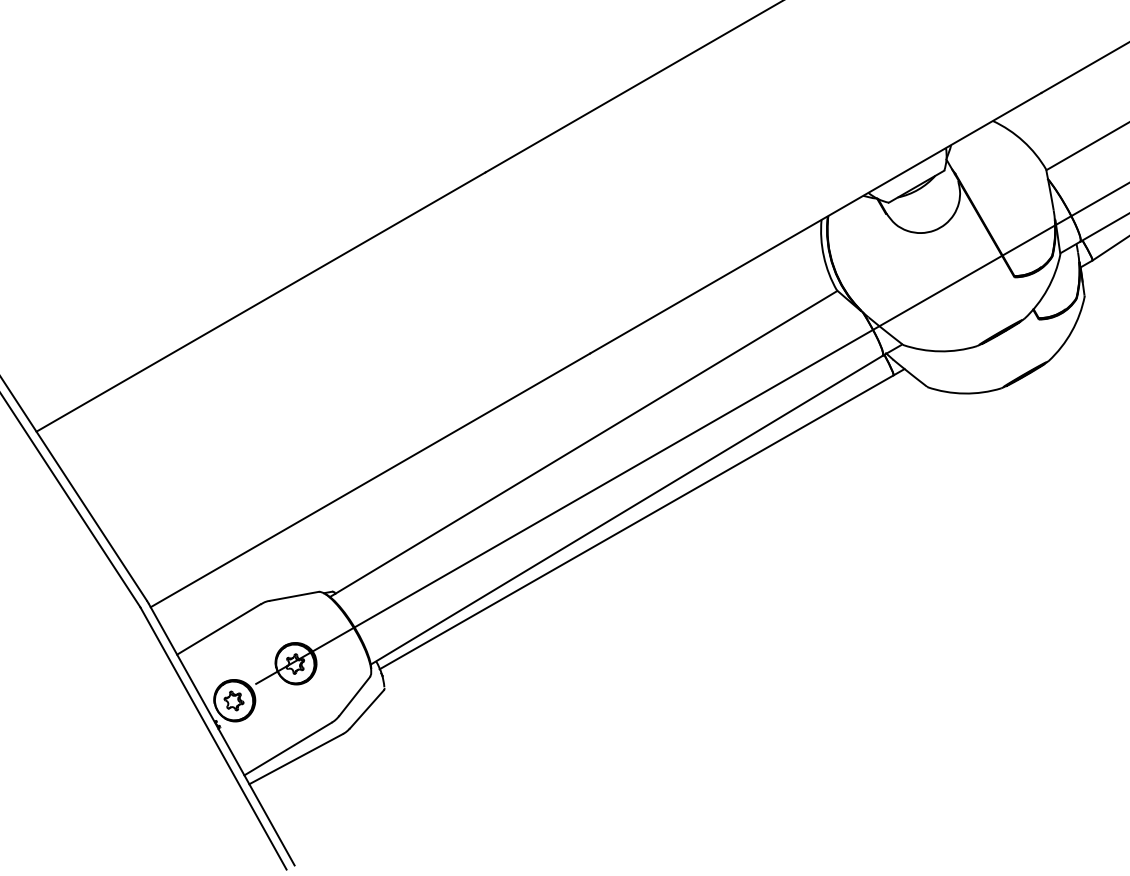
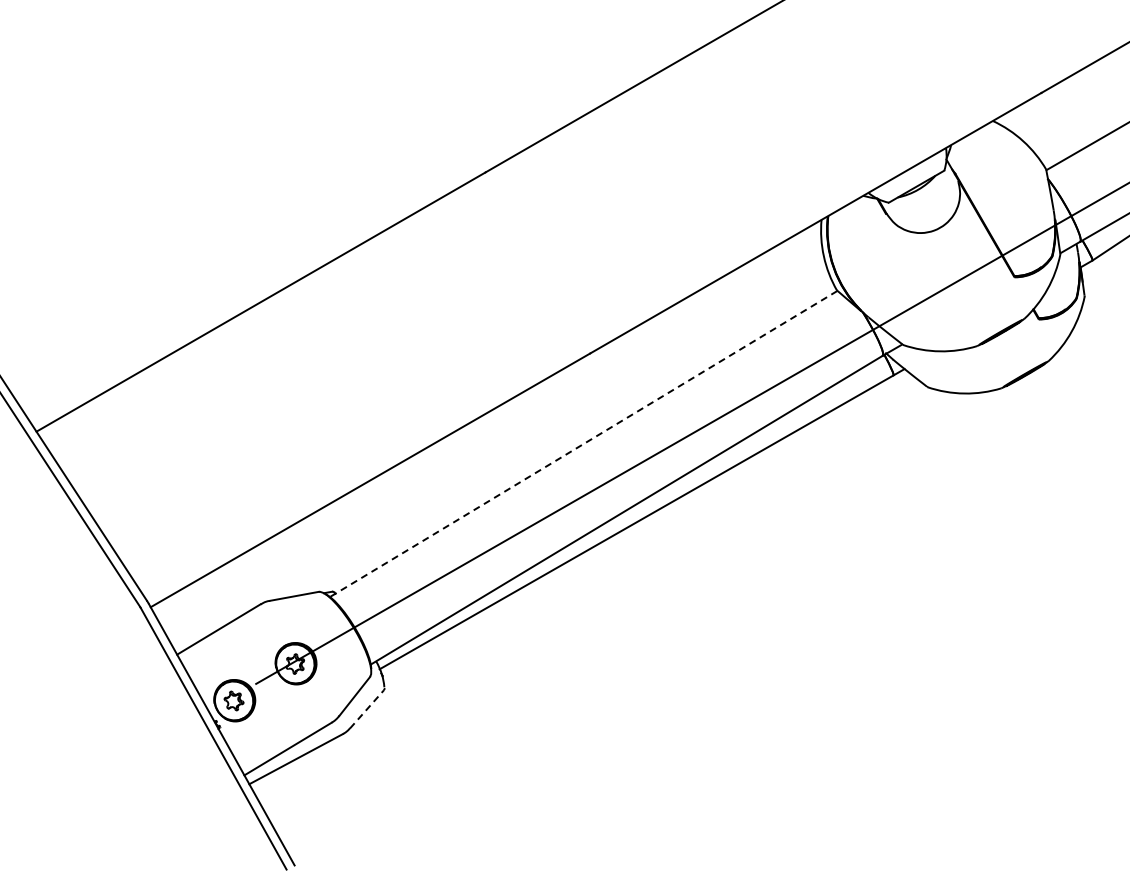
line at (583, 444): solid -> dashed
line at (366, 709): solid -> dashed
